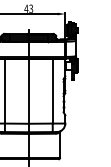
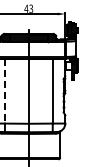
line at (4, 91): solid -> dashed
